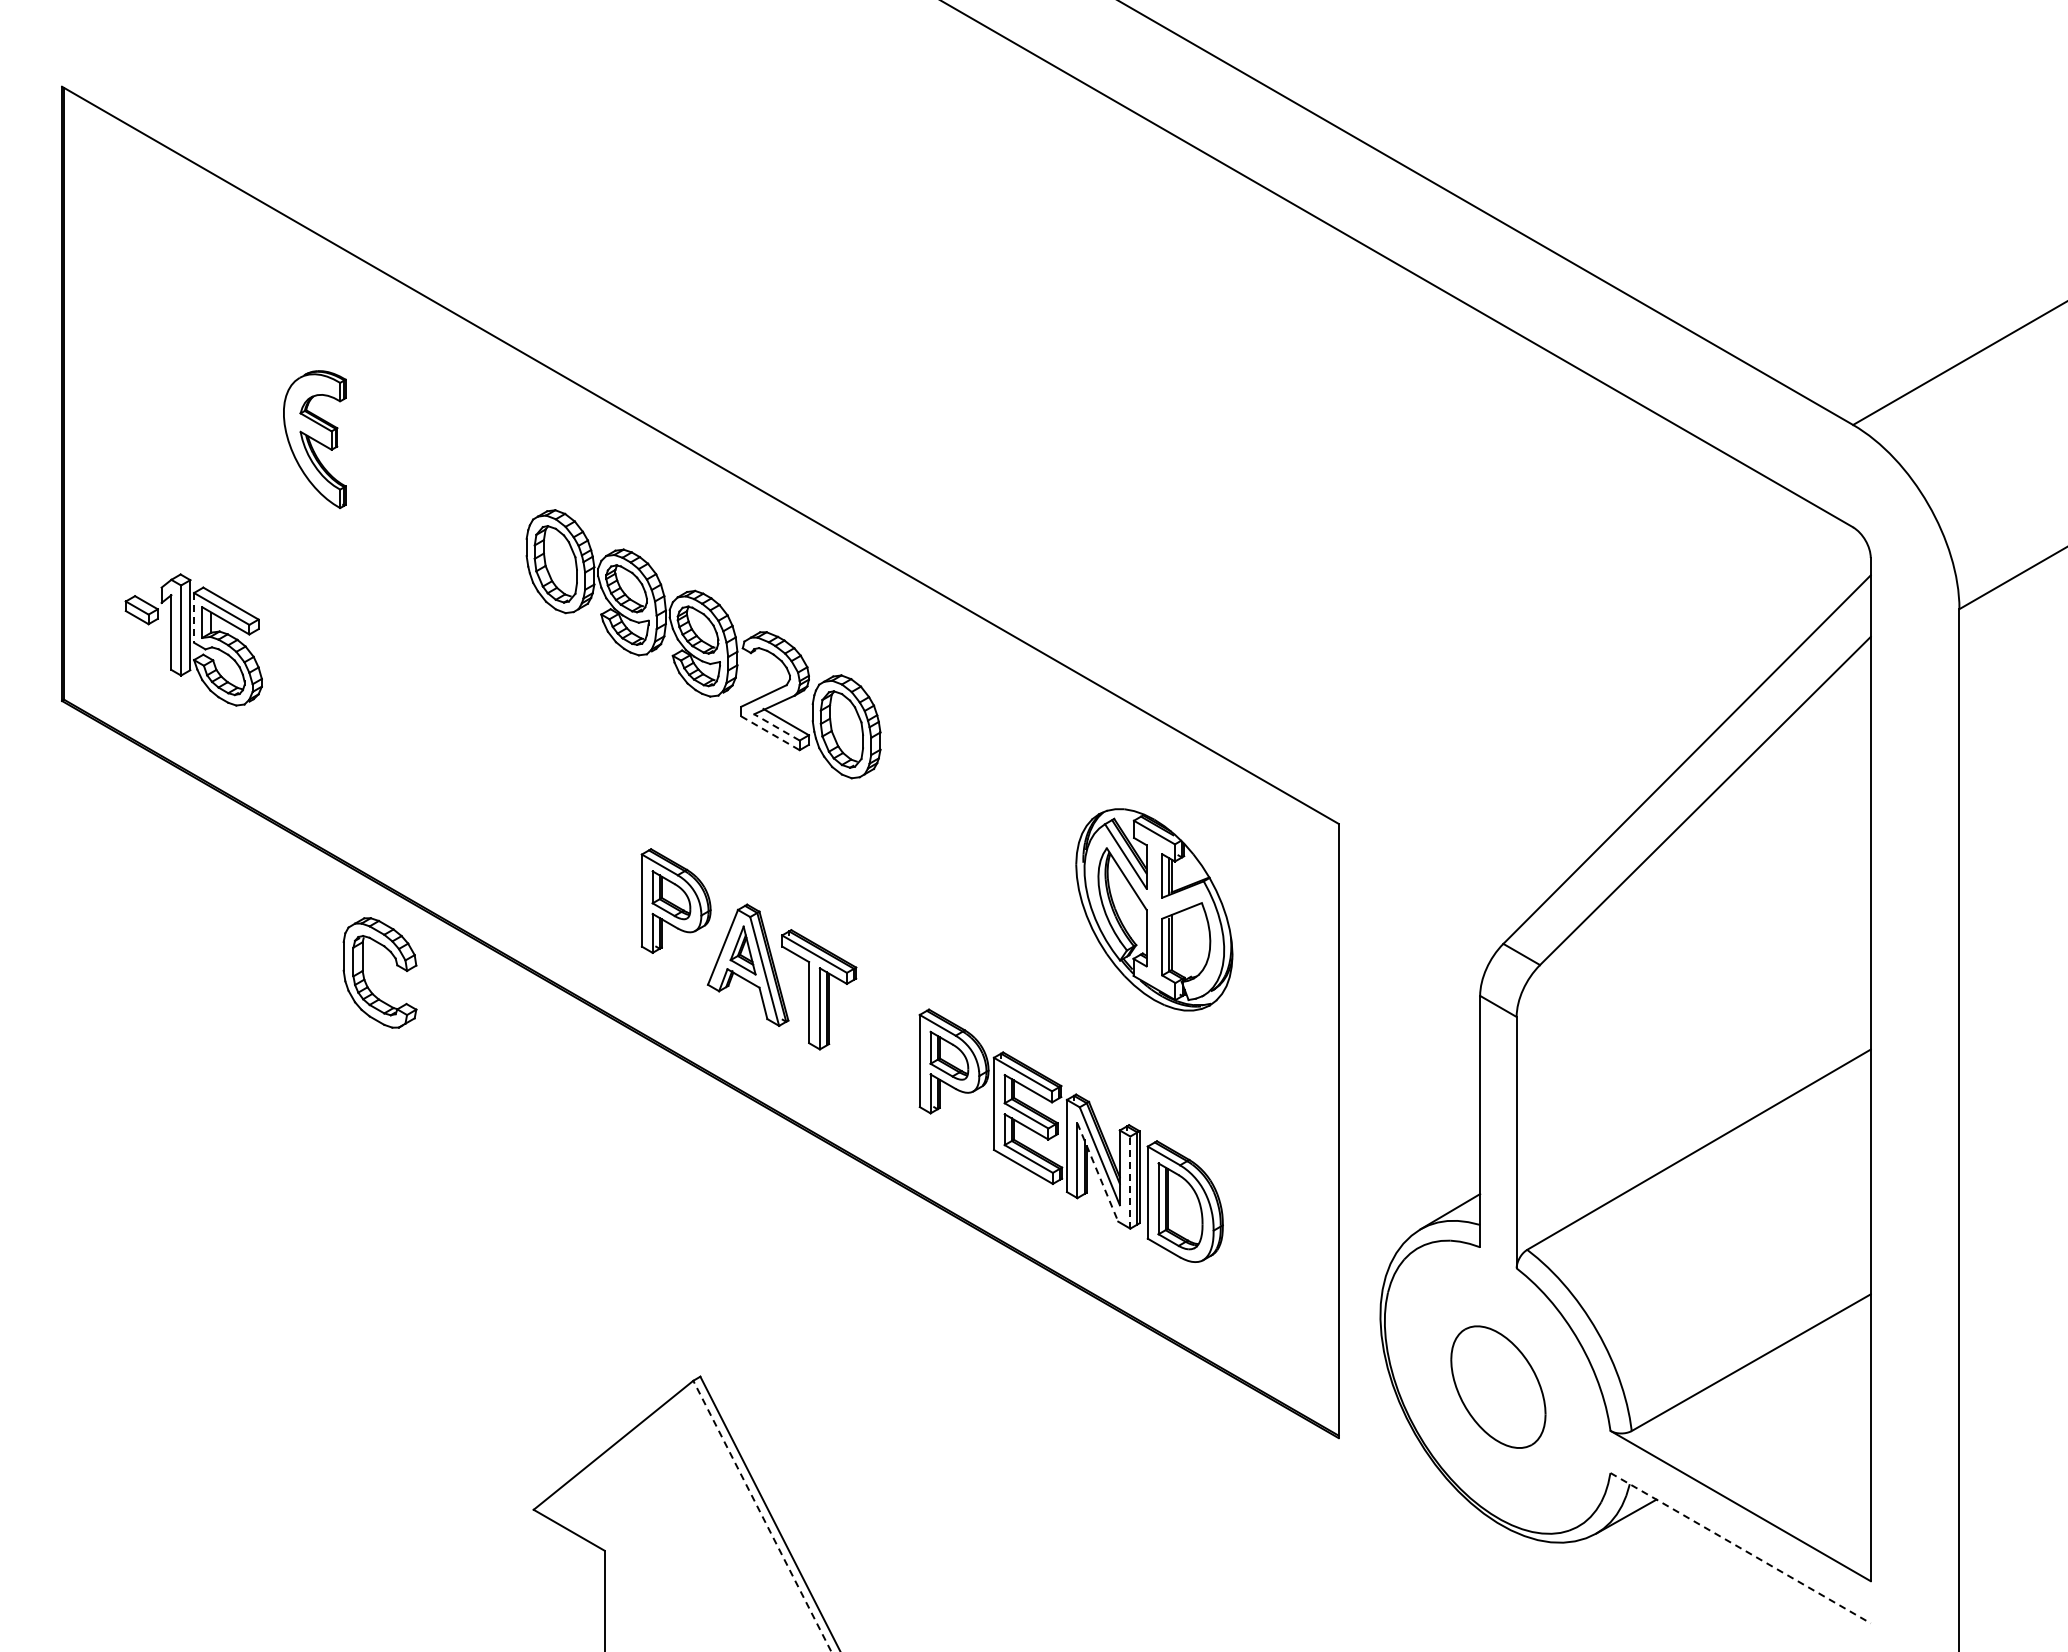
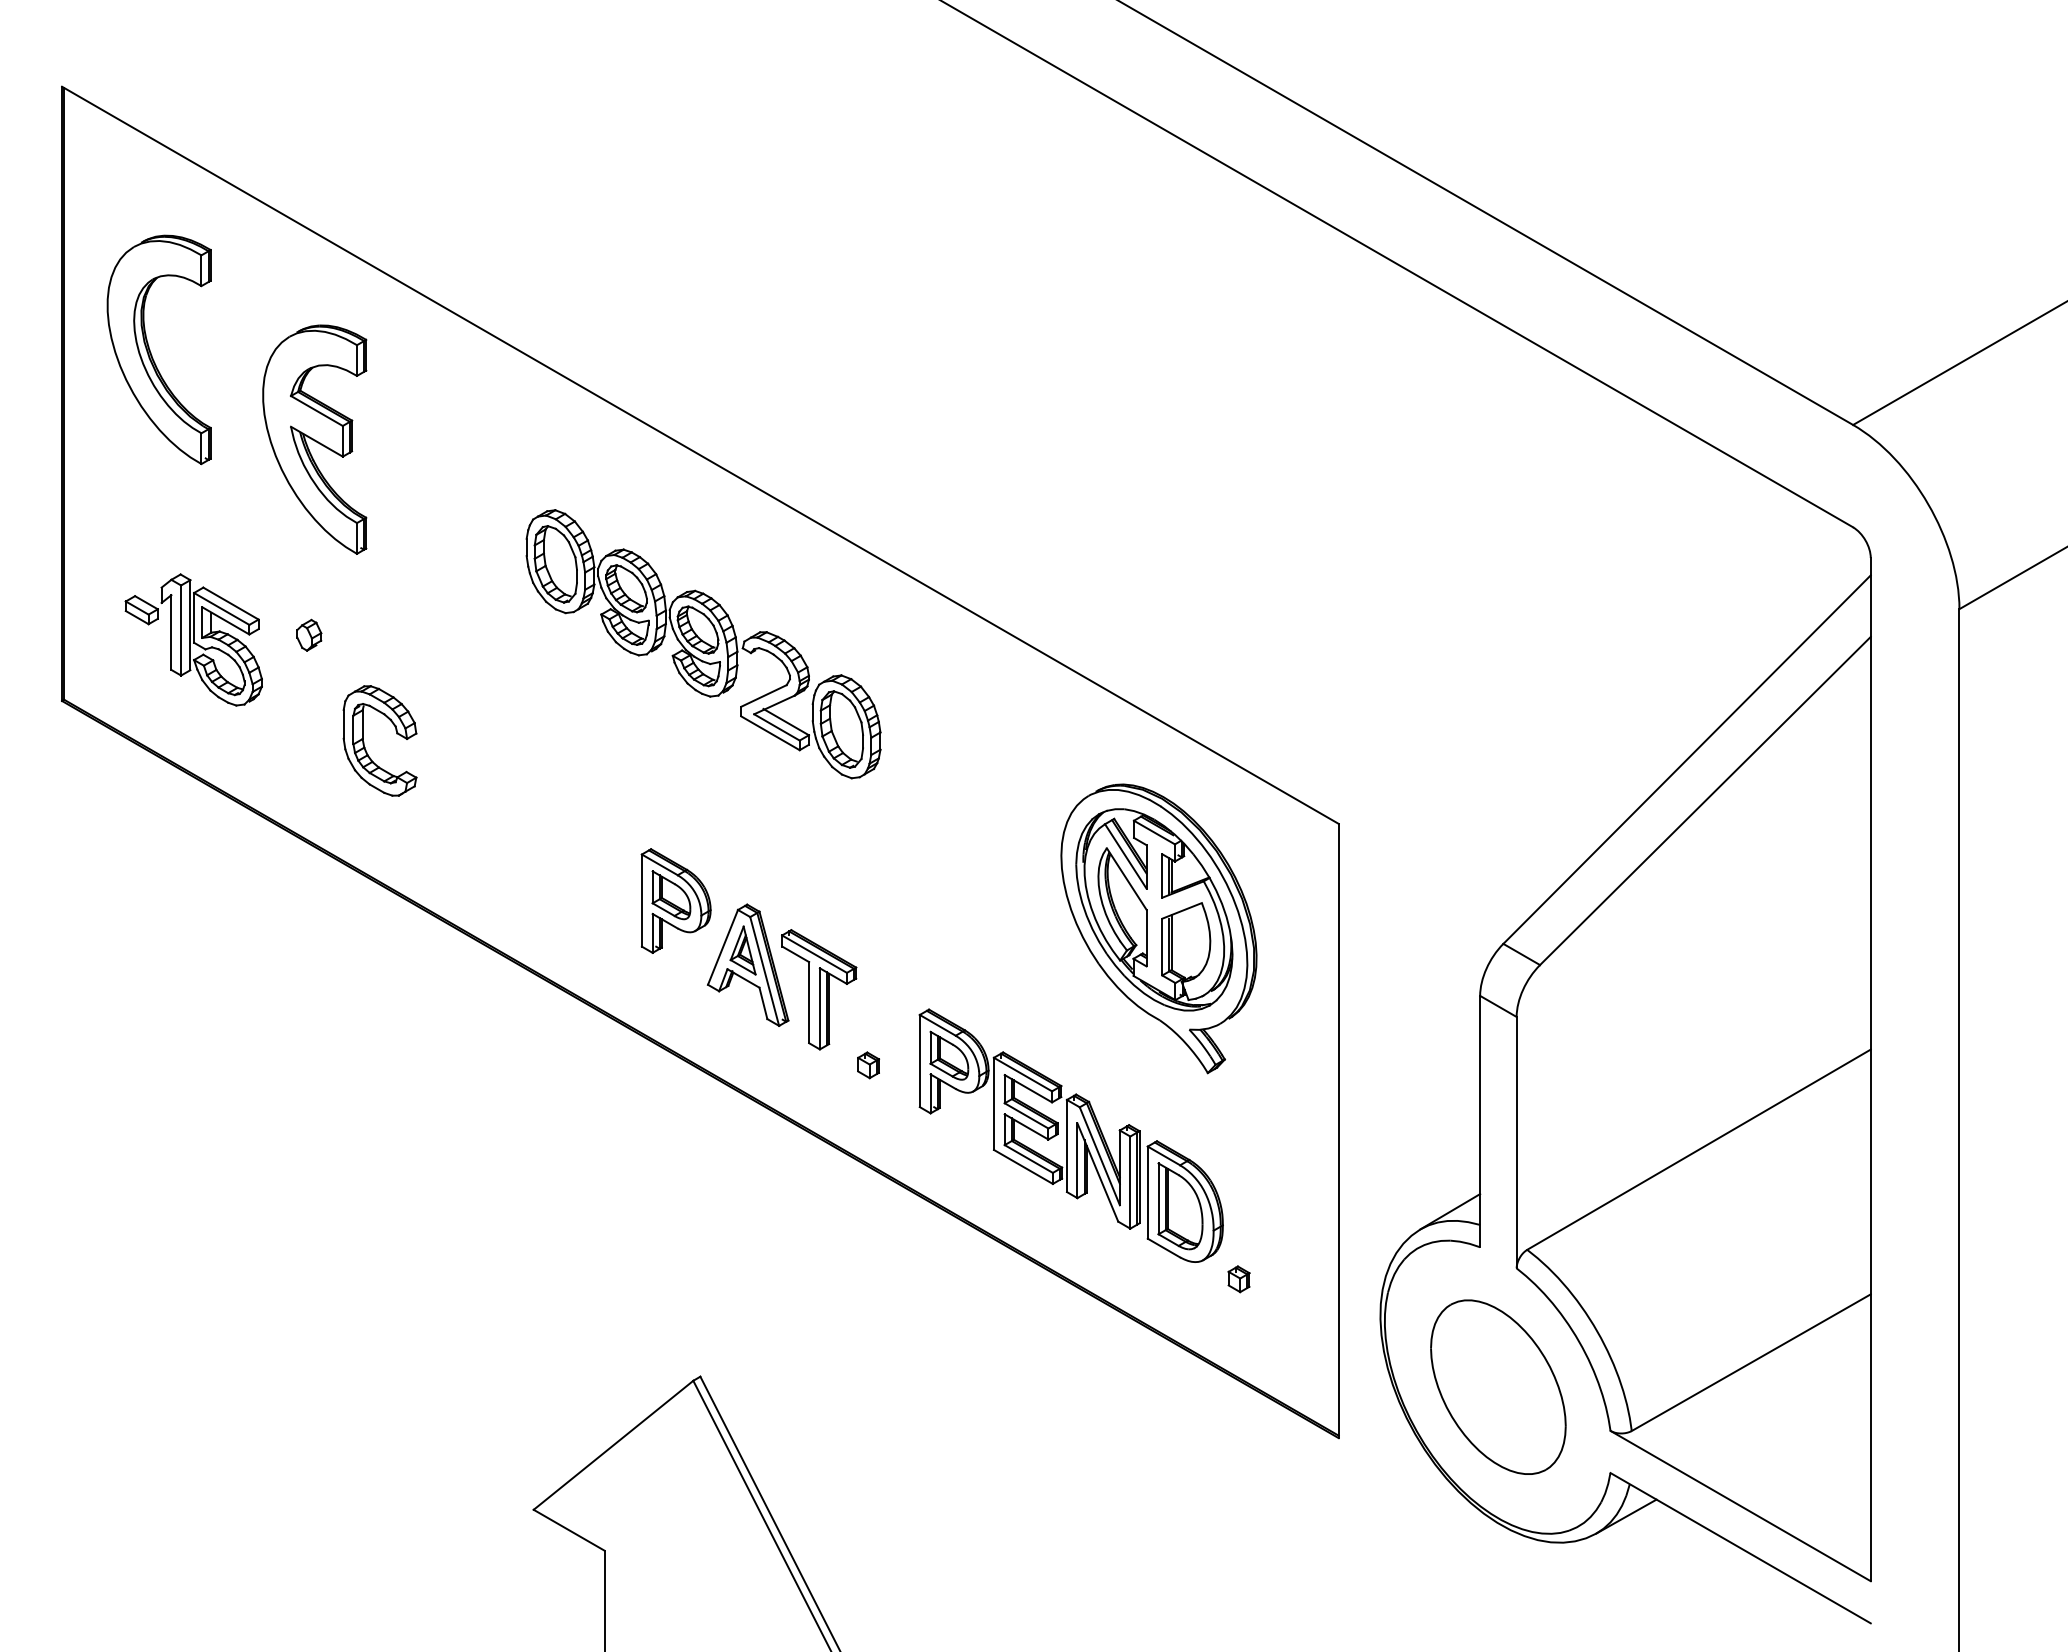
part at (151, 352): none -> present
part at (314, 439) size: 64x139 px -> 106x231 px
line at (194, 617): dashed -> solid
part at (309, 634): none -> present
line at (776, 727): dashed -> solid
line at (770, 733): dashed -> solid
part at (1158, 928): none -> present
part at (364, 974) position: (364, 974) -> (364, 742)
part at (868, 1065): none -> present
line at (1098, 1172): dashed -> solid
line at (1130, 1182): dashed -> solid
part at (1238, 1279): none -> present
part at (1498, 1386) size: 97x124 px -> 137x176 px
line at (762, 1516): dashed -> solid
line at (1741, 1548): dashed -> solid
